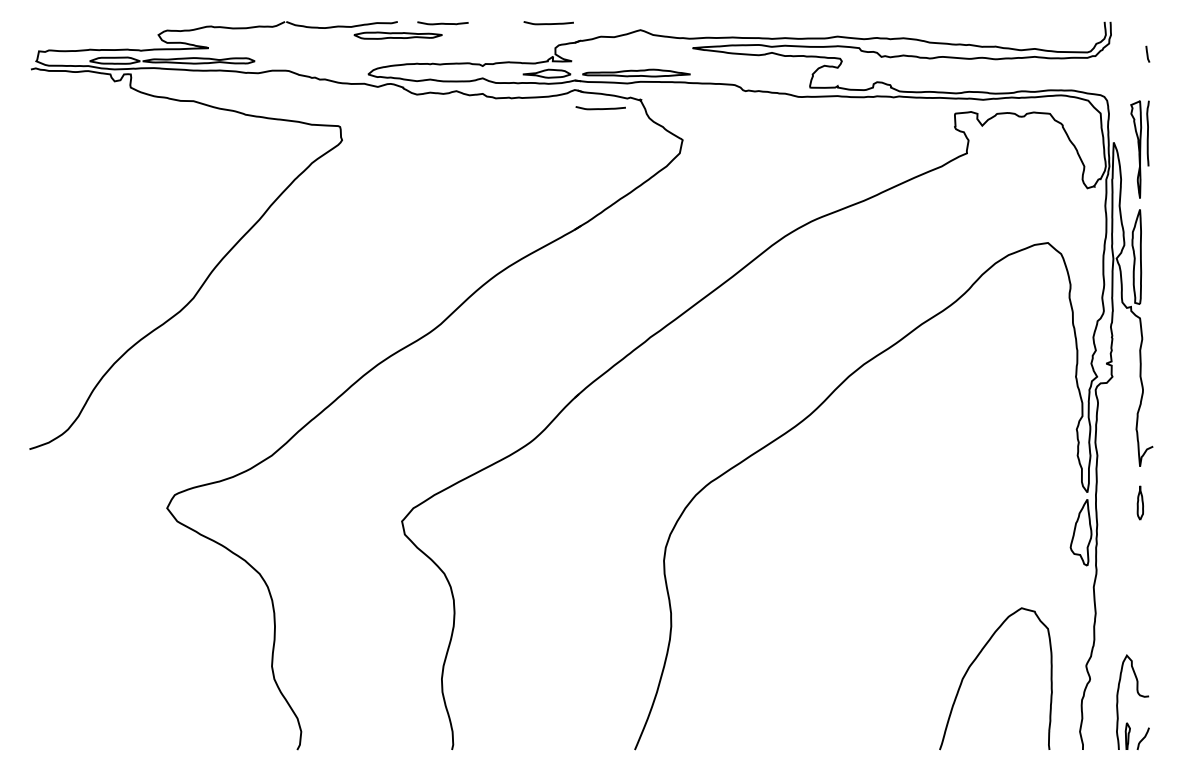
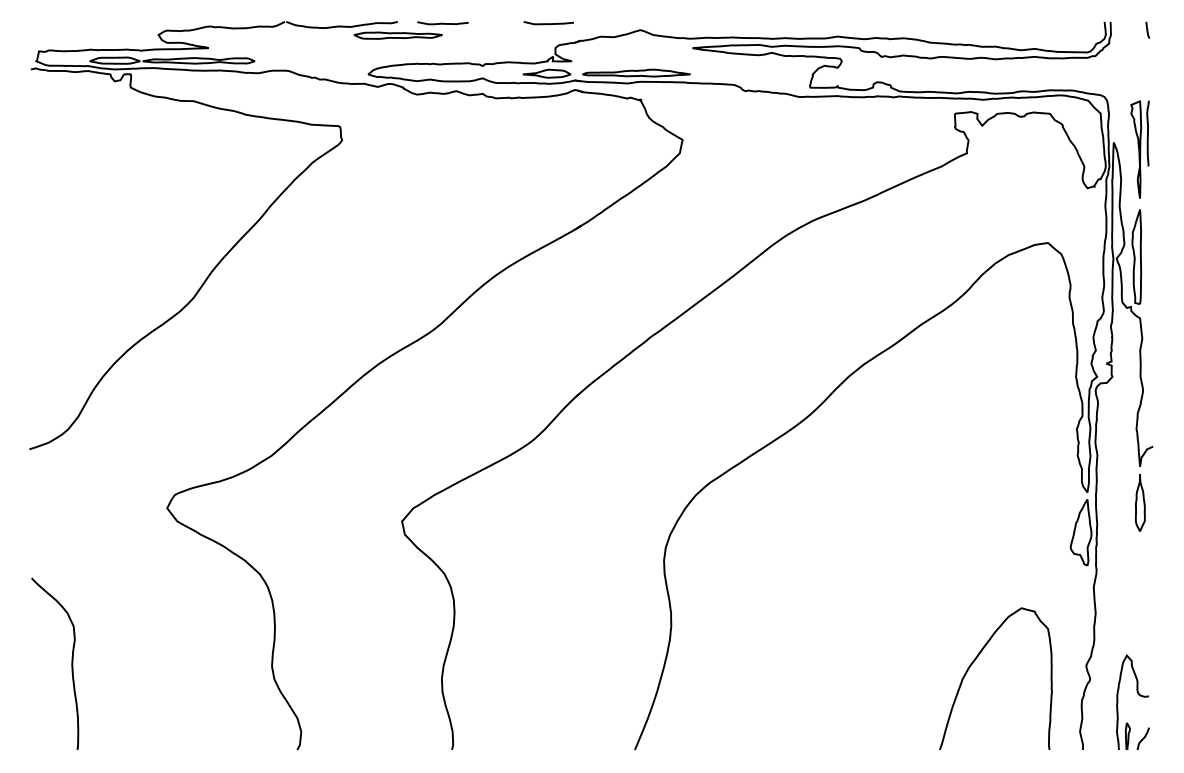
line at (1147, 53) position: (1147, 53) -> (1147, 29)
curve at (600, 108): present -> none
part at (1139, 502) size: 8x36 px -> 11x58 px
curve at (71, 663): none -> present
